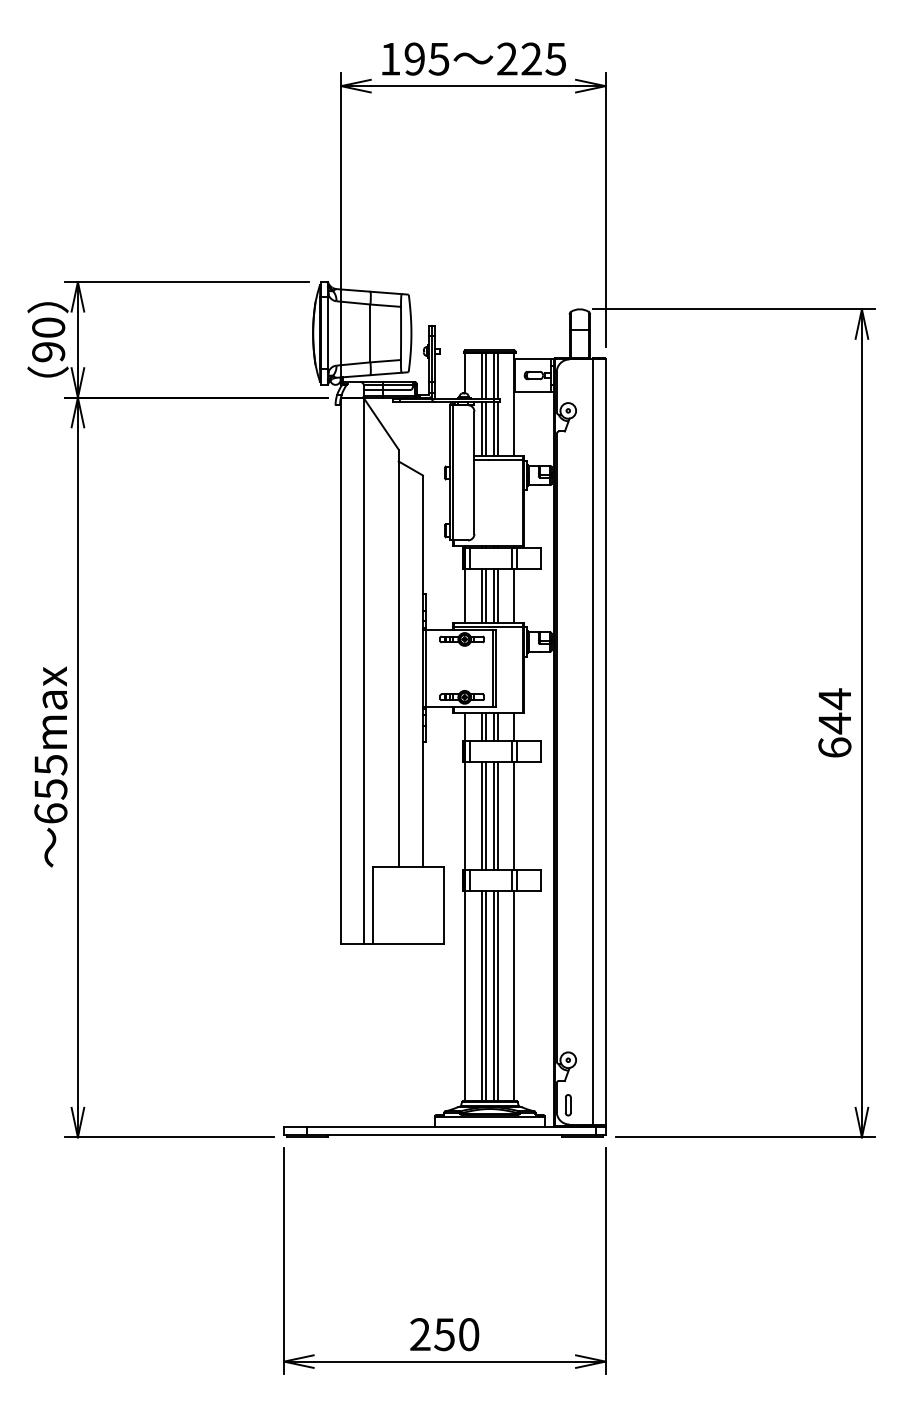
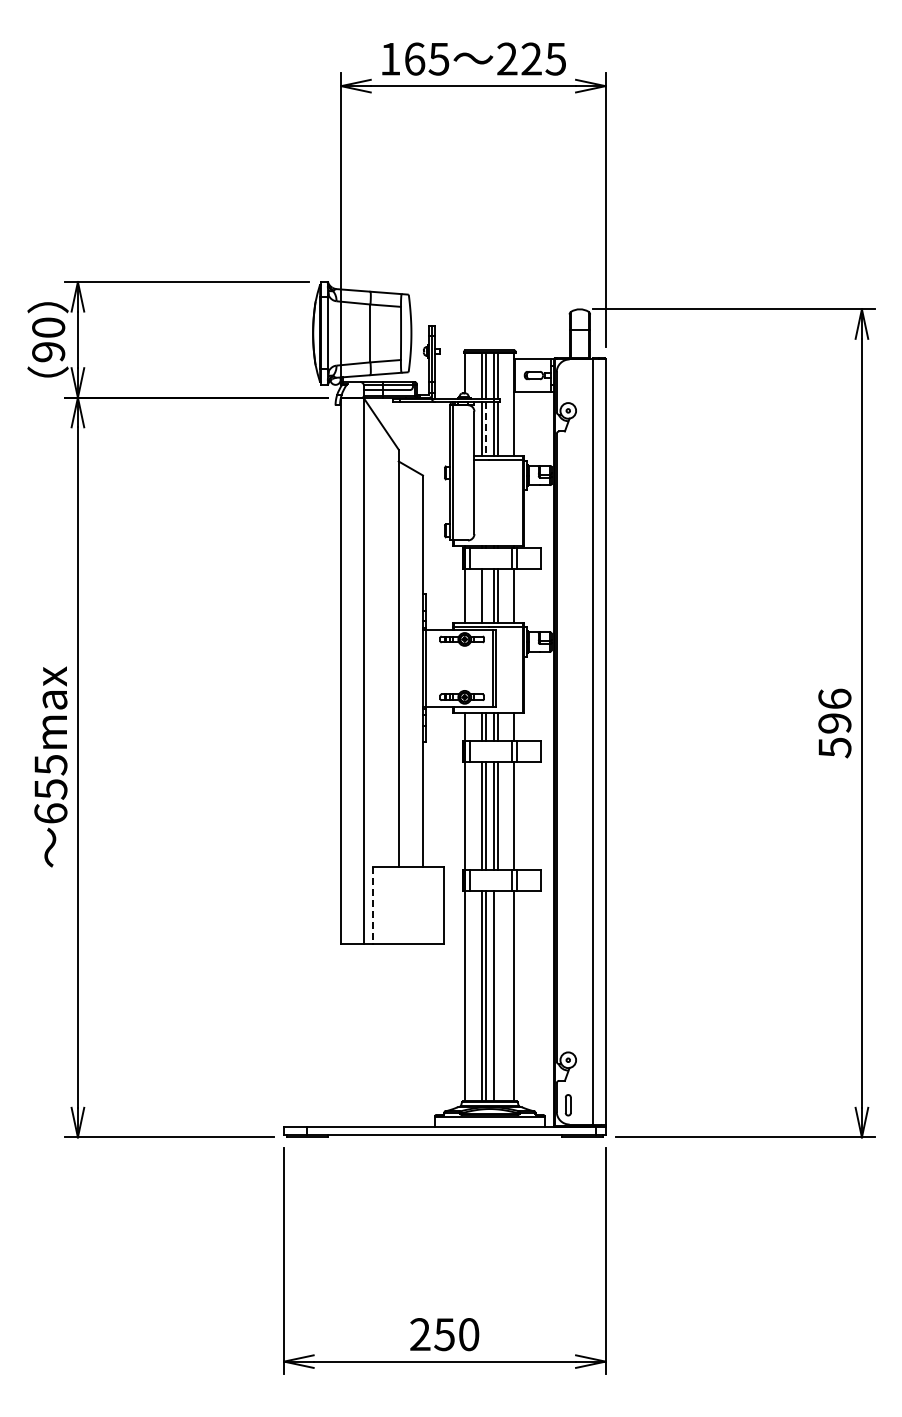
text at (414, 58): 195 -> 165
line at (486, 429): solid -> dashed
line at (486, 595): present -> none
text at (834, 723): 644 -> 596
line at (372, 906): solid -> dashed
line at (497, 995): present -> none
